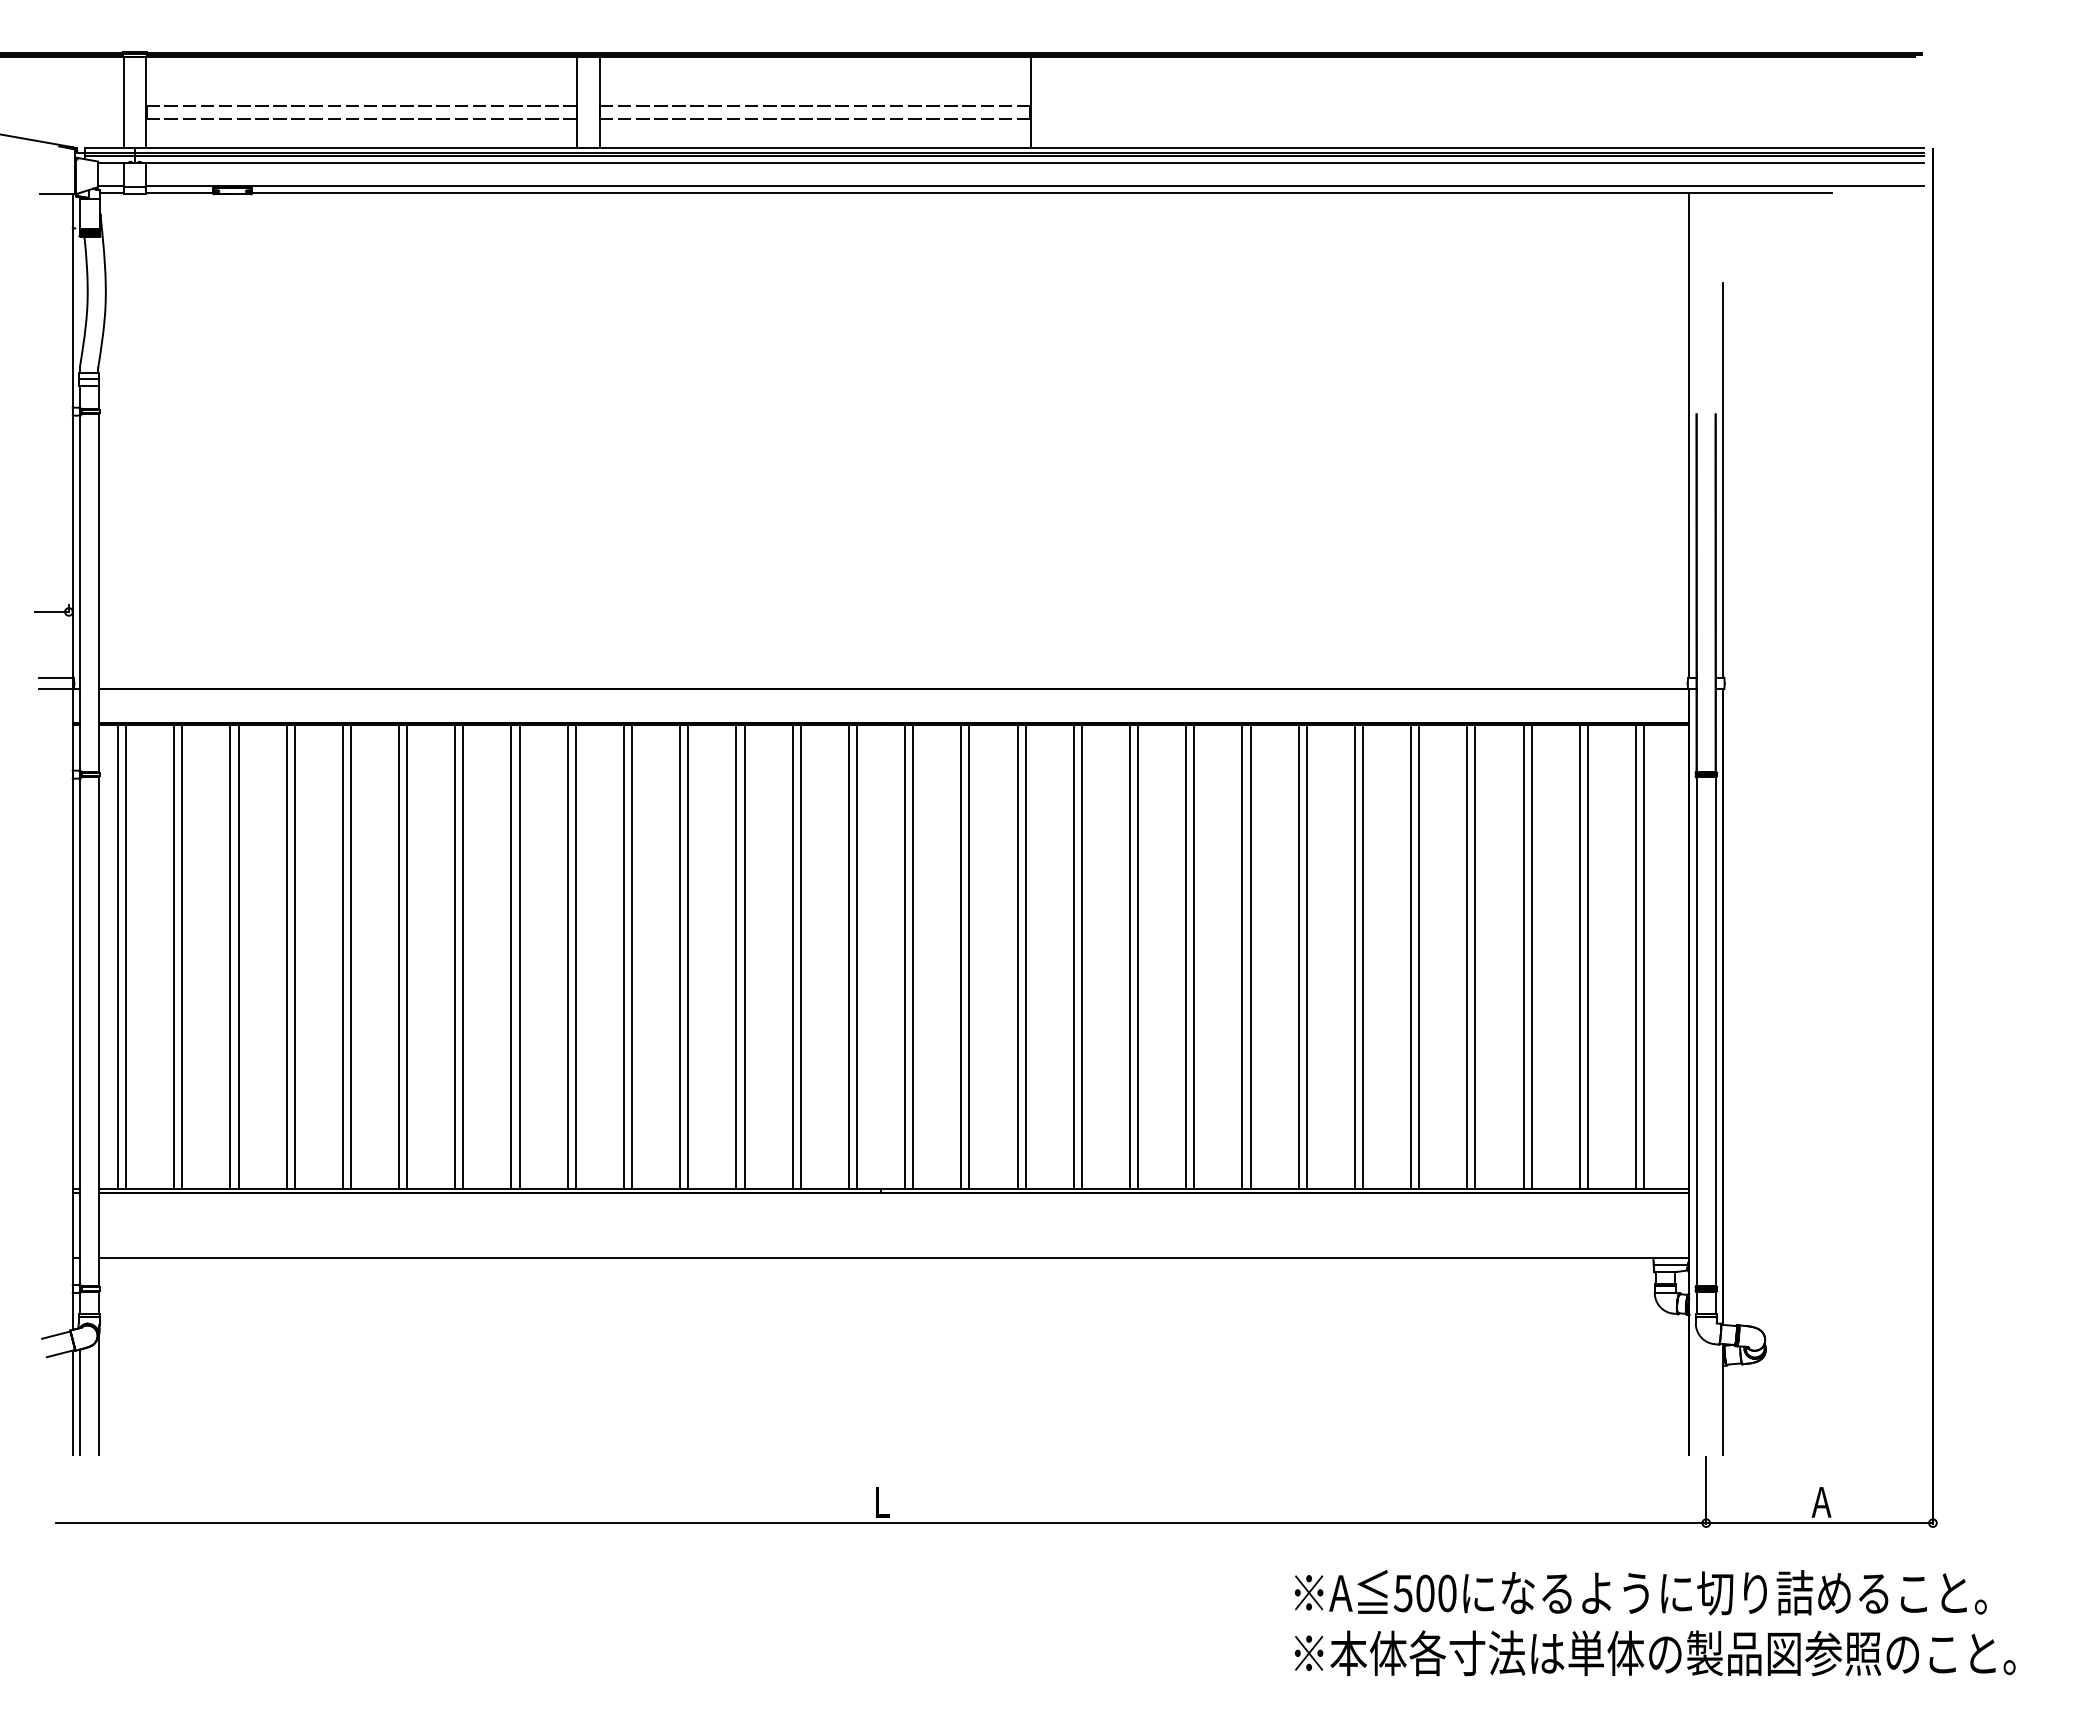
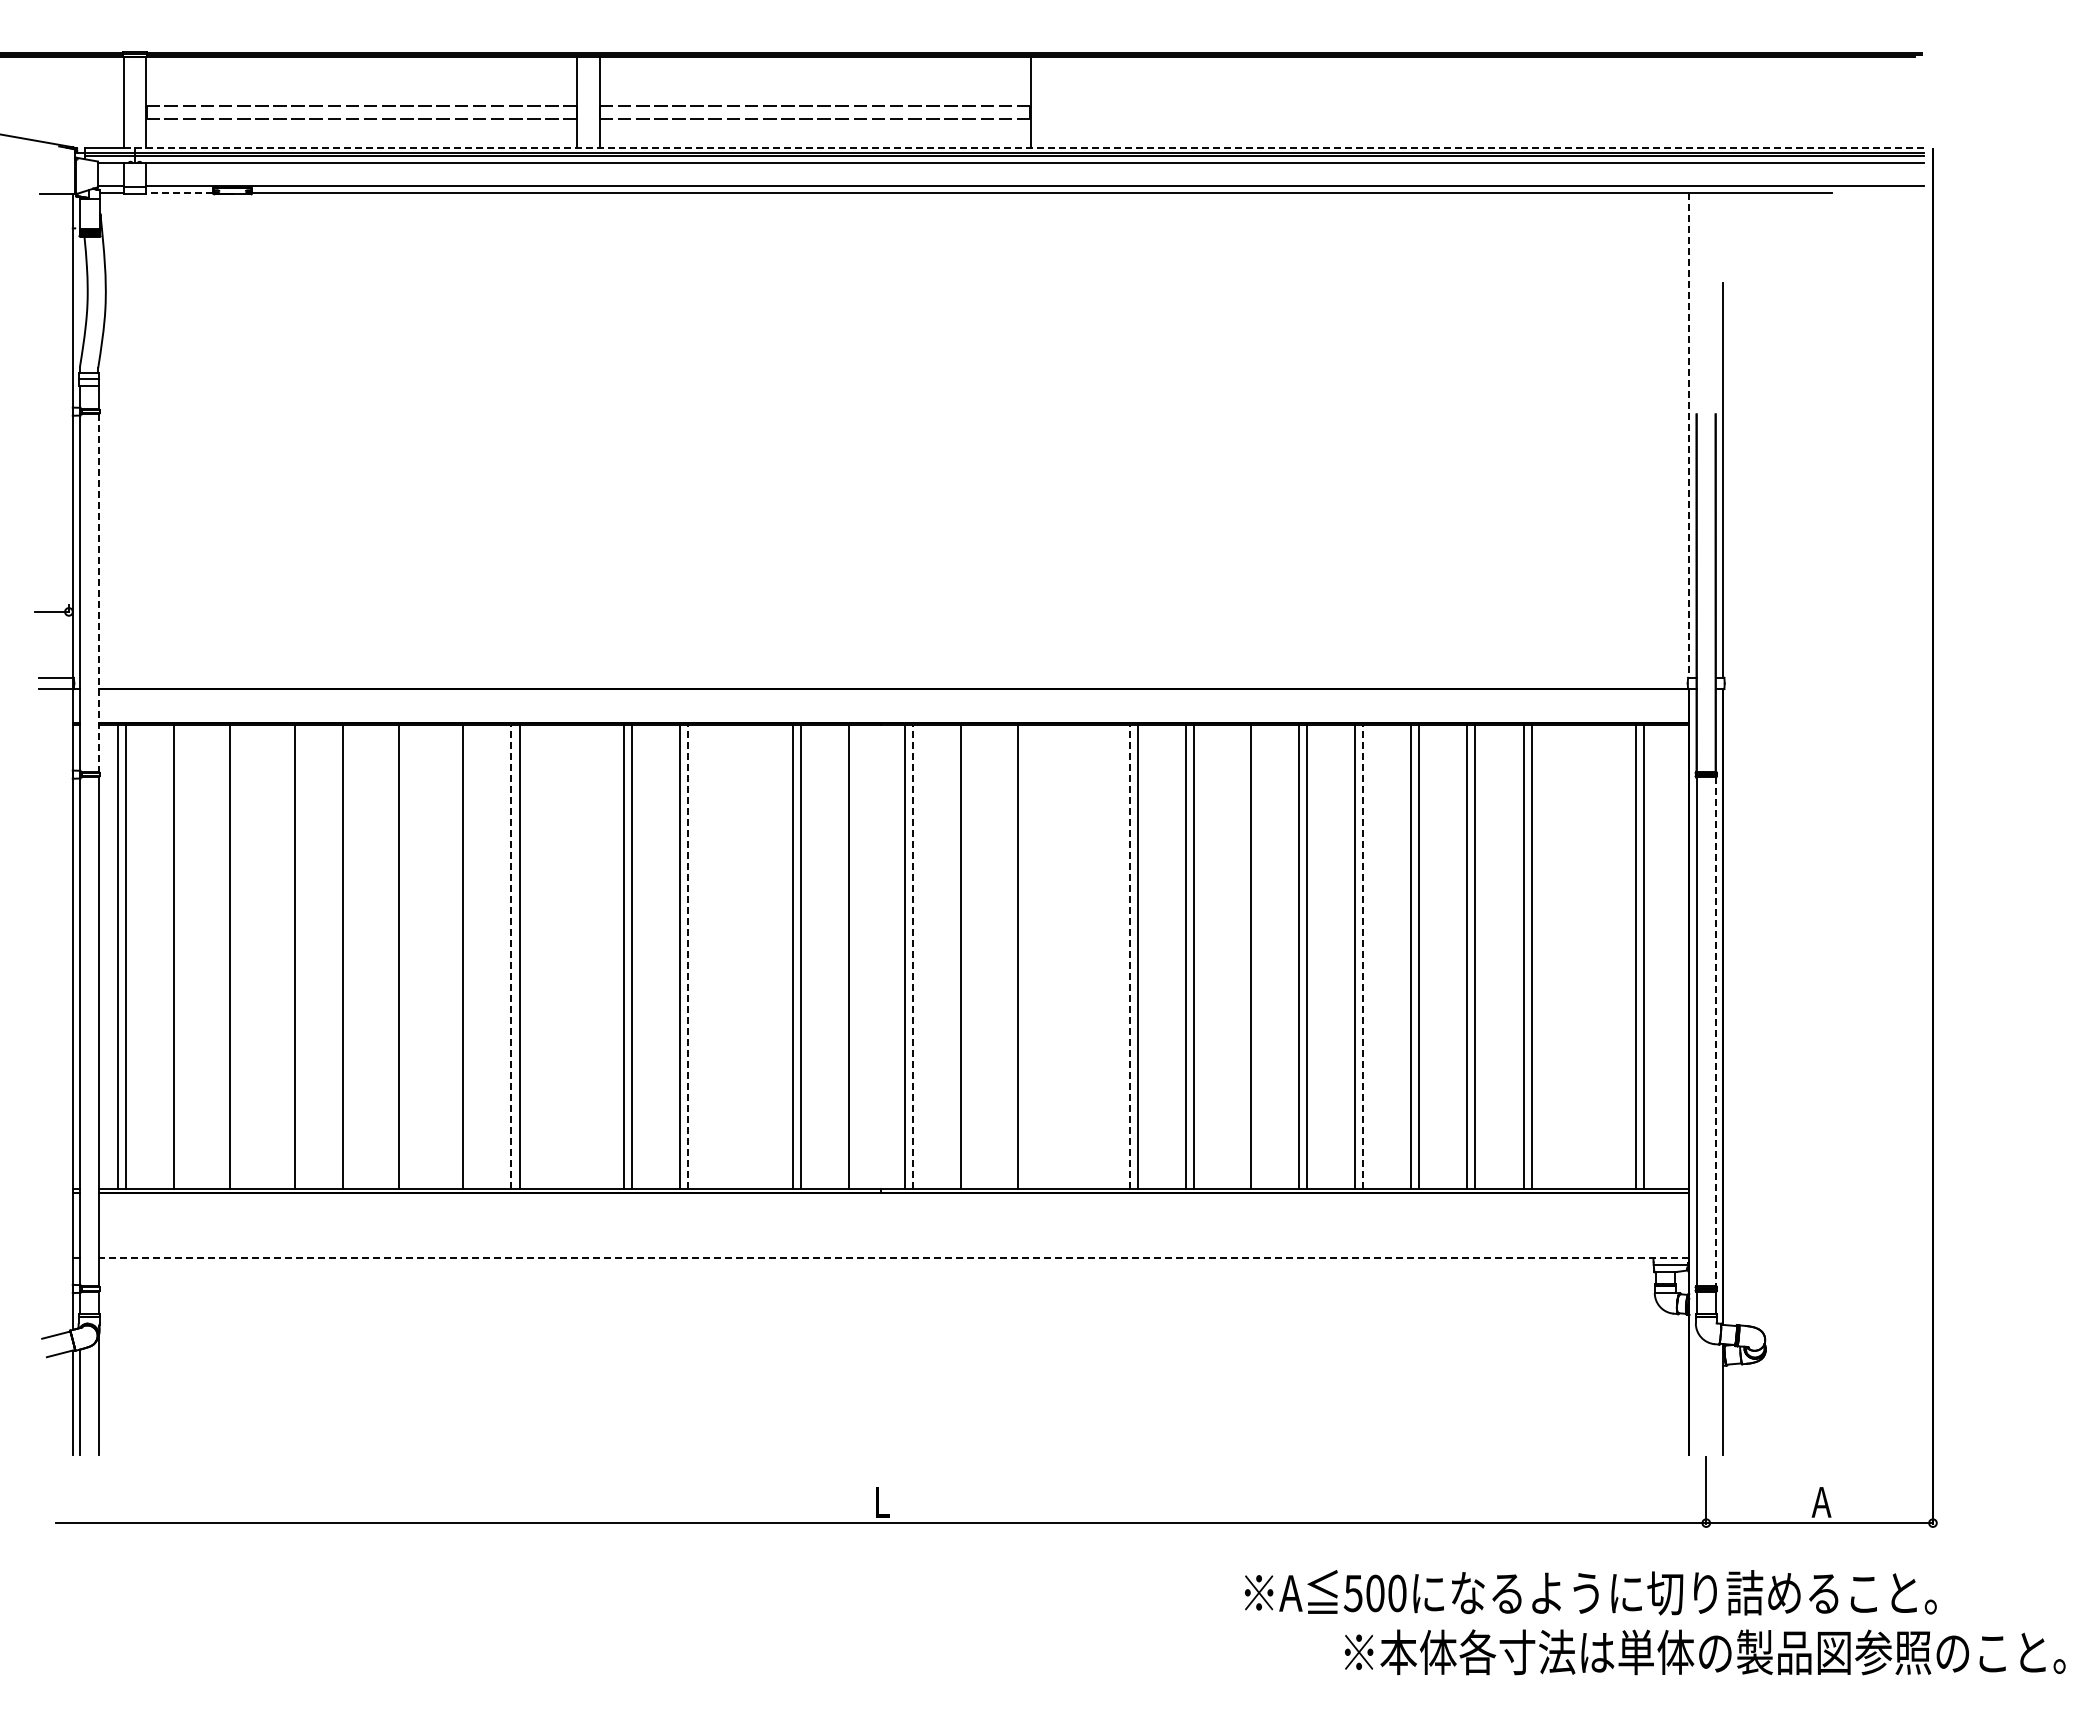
line at (1023, 148): solid -> dashed
line at (179, 192): solid -> dashed
line at (1689, 435): solid -> dashed
line at (98, 593): solid -> dashed
line at (182, 956): present -> none
line at (238, 956): present -> none
line at (286, 956): present -> none
line at (350, 956): present -> none
line at (407, 956): present -> none
line at (455, 956): present -> none
line at (511, 956): solid -> dashed
line at (567, 956): present -> none
line at (575, 956): present -> none
line at (688, 956): solid -> dashed
line at (736, 956): present -> none
line at (744, 956): present -> none
line at (856, 956): present -> none
line at (913, 956): solid -> dashed
line at (969, 956): present -> none
line at (1025, 956): present -> none
line at (1073, 956): present -> none
line at (1081, 956): present -> none
line at (1129, 956): solid -> dashed
line at (1242, 956): present -> none
line at (1363, 956): solid -> dashed
line at (1579, 956): present -> none
line at (1587, 956): present -> none
line at (1715, 1032): solid -> dashed
line at (893, 1258): solid -> dashed
text at (1640, 1592) position: (1640, 1592) -> (1590, 1592)
text at (1655, 1653) position: (1655, 1653) -> (1705, 1652)
